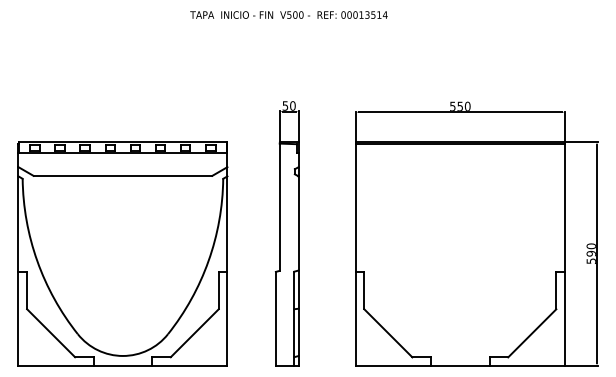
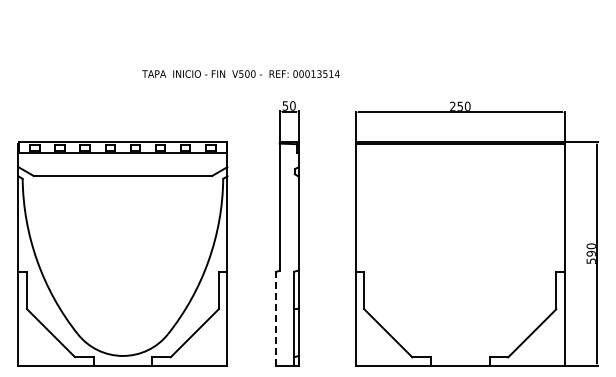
text at (288, 14) position: (288, 14) -> (240, 73)
text at (452, 105): 550 -> 250
line at (275, 318): solid -> dashed
